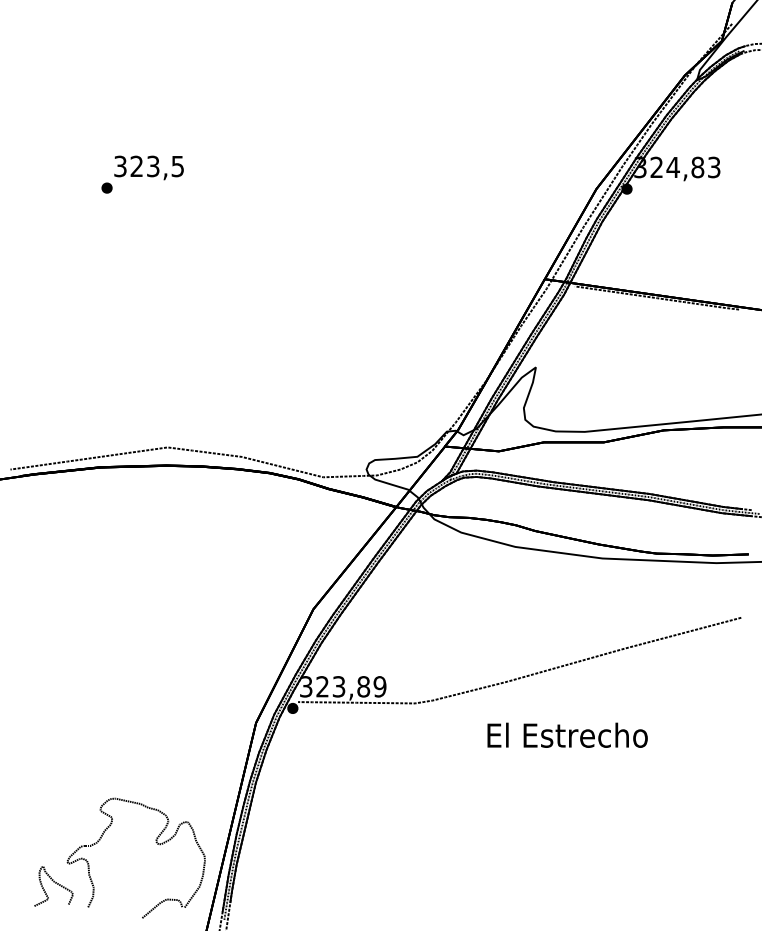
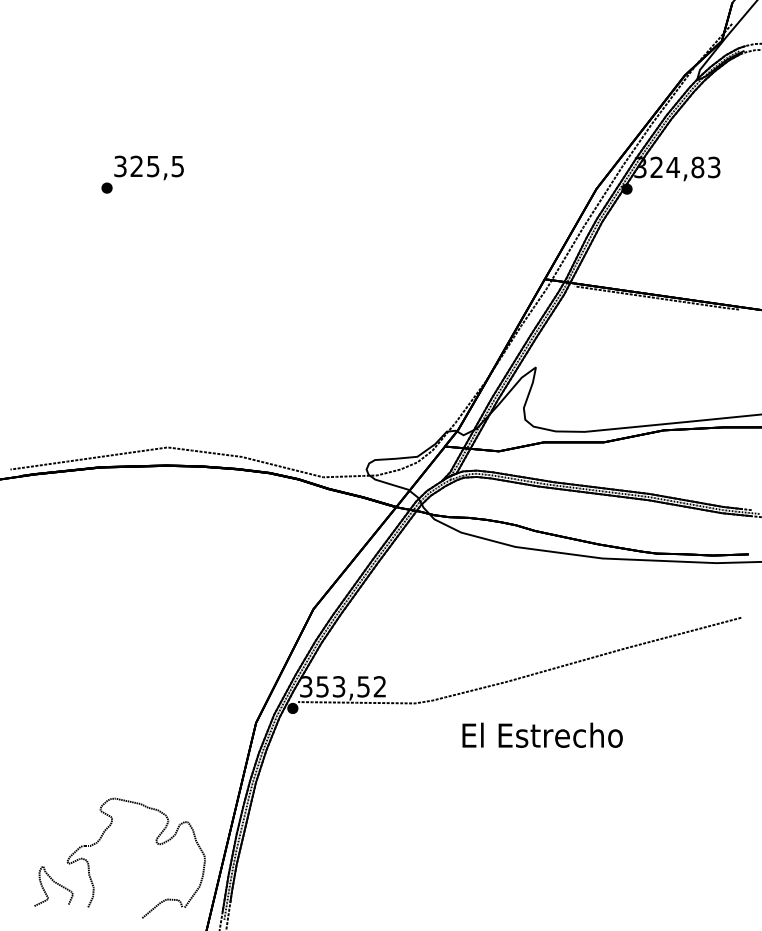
text at (153, 165): 323,5 -> 325,5
text at (351, 686): 323,89 -> 353,52
text at (567, 734) position: (567, 734) -> (542, 734)
